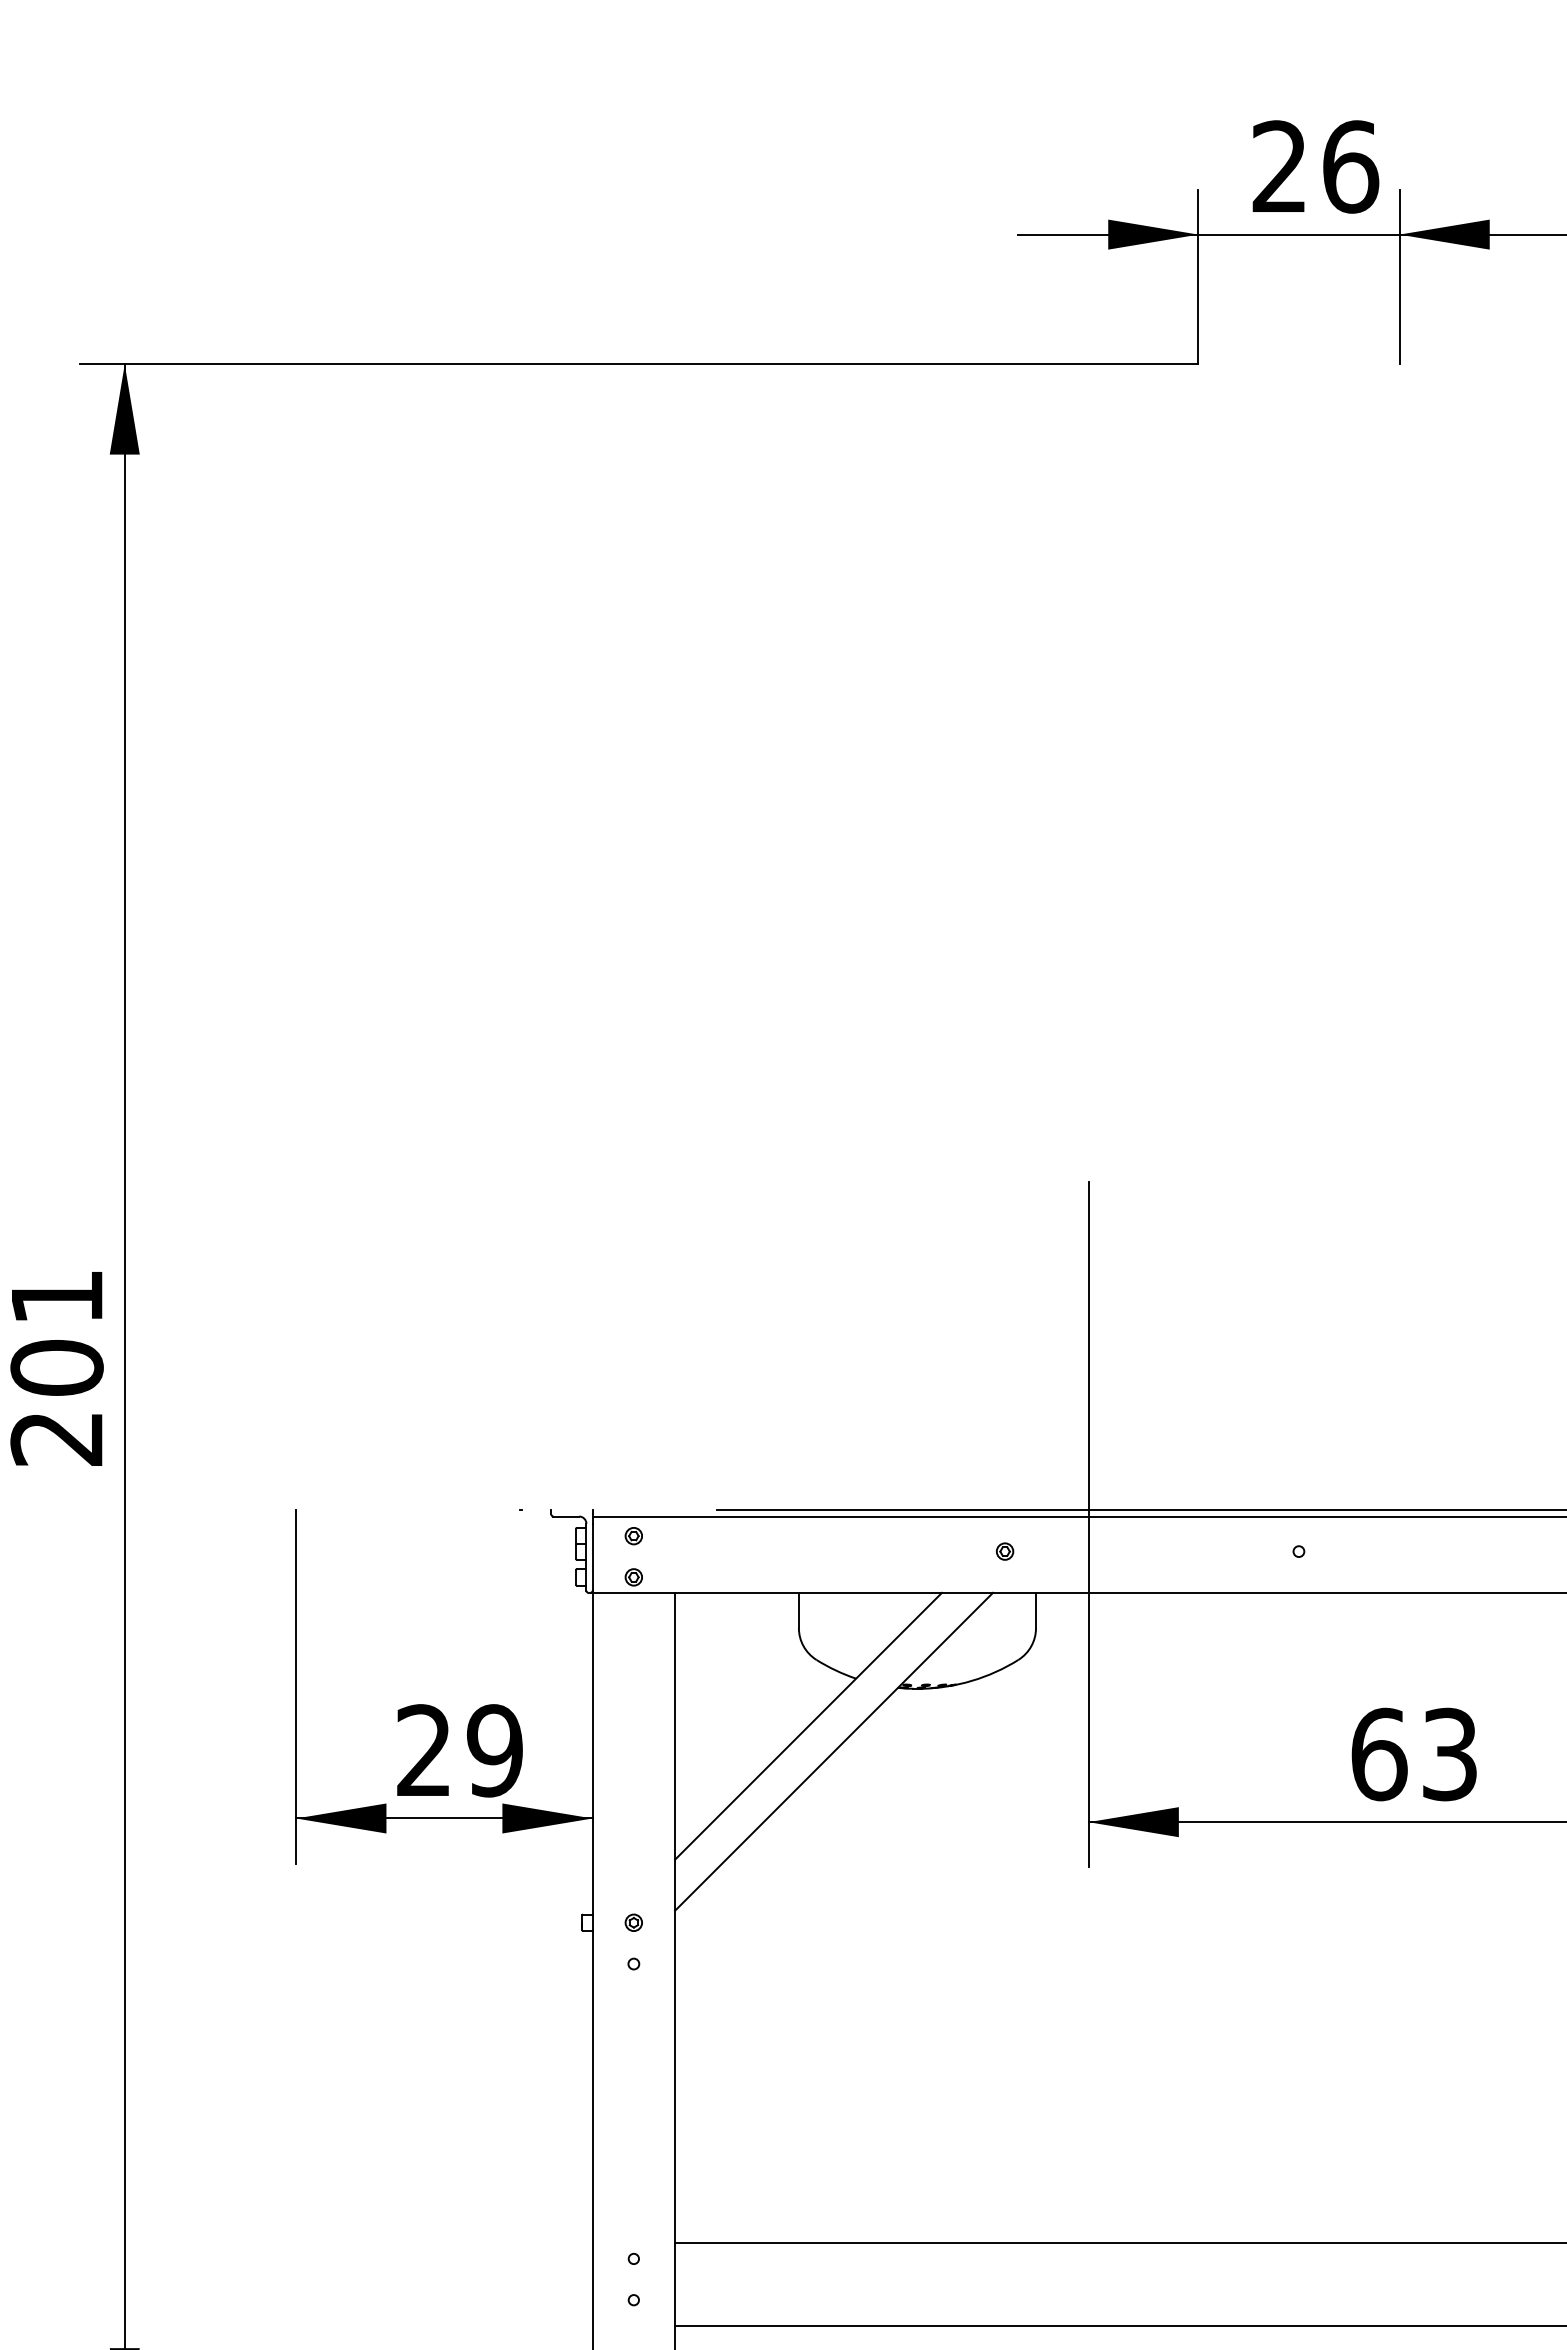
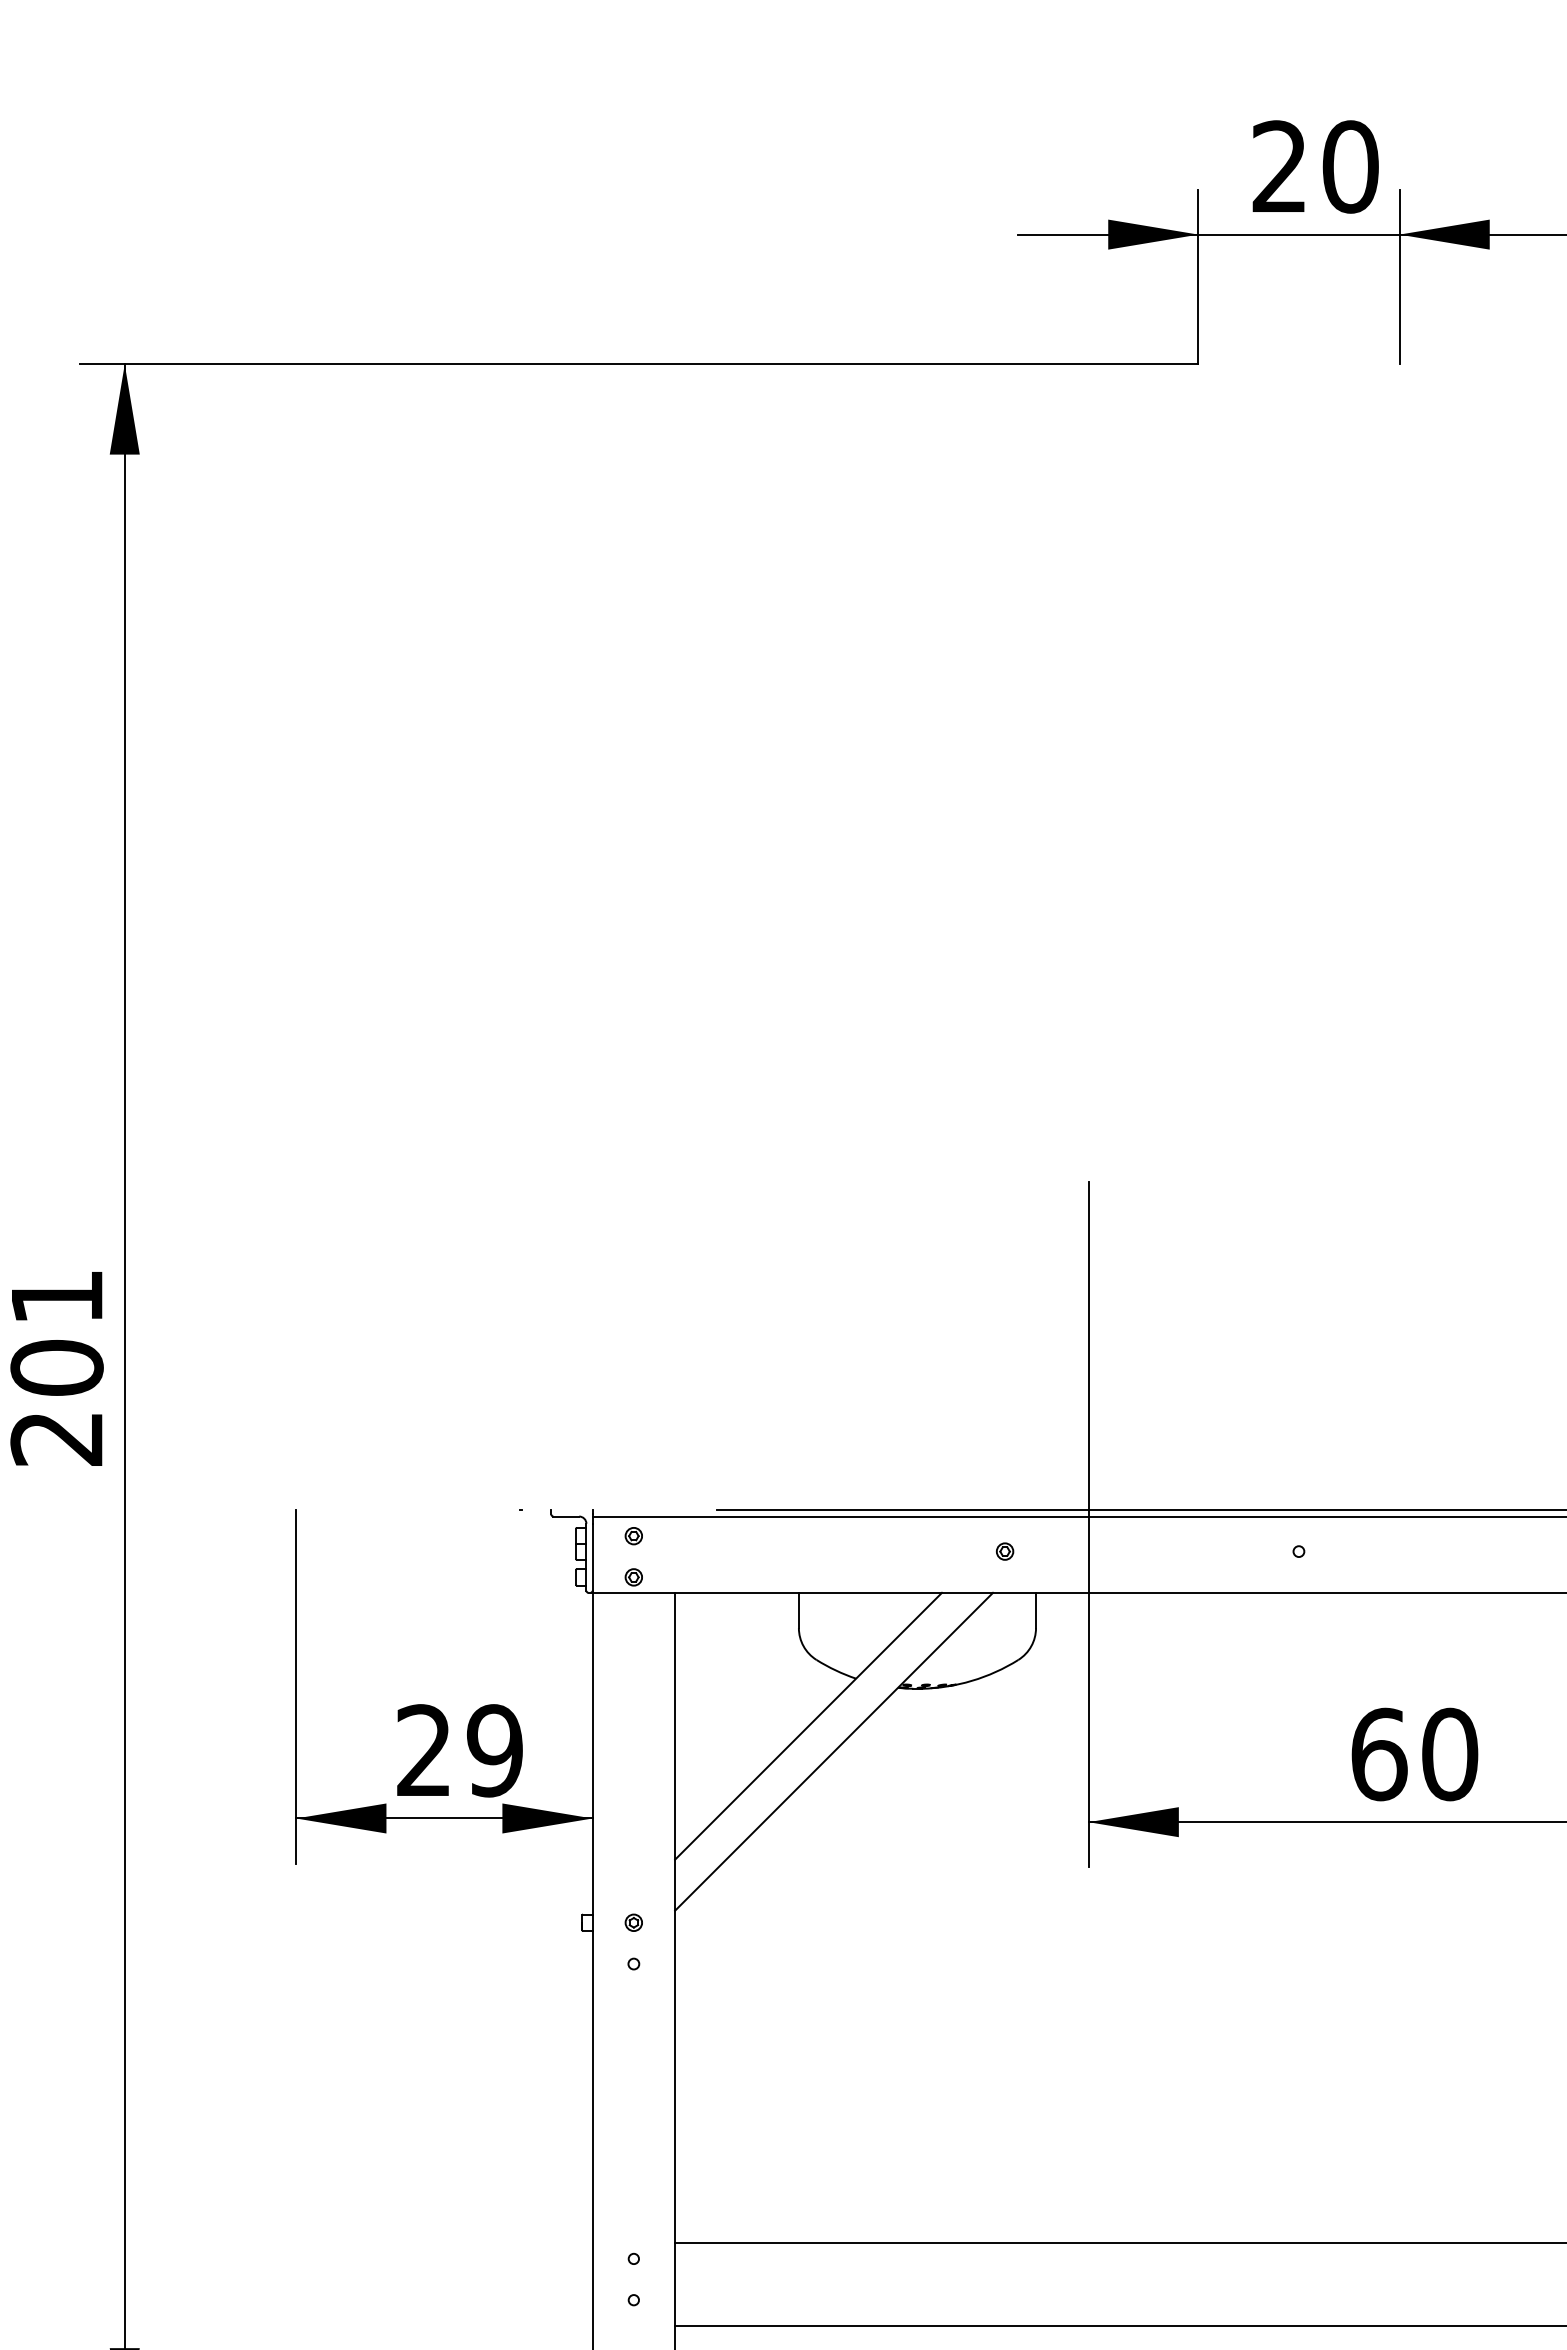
text at (1350, 166): 26 -> 20
text at (1450, 1754): 63 -> 60
